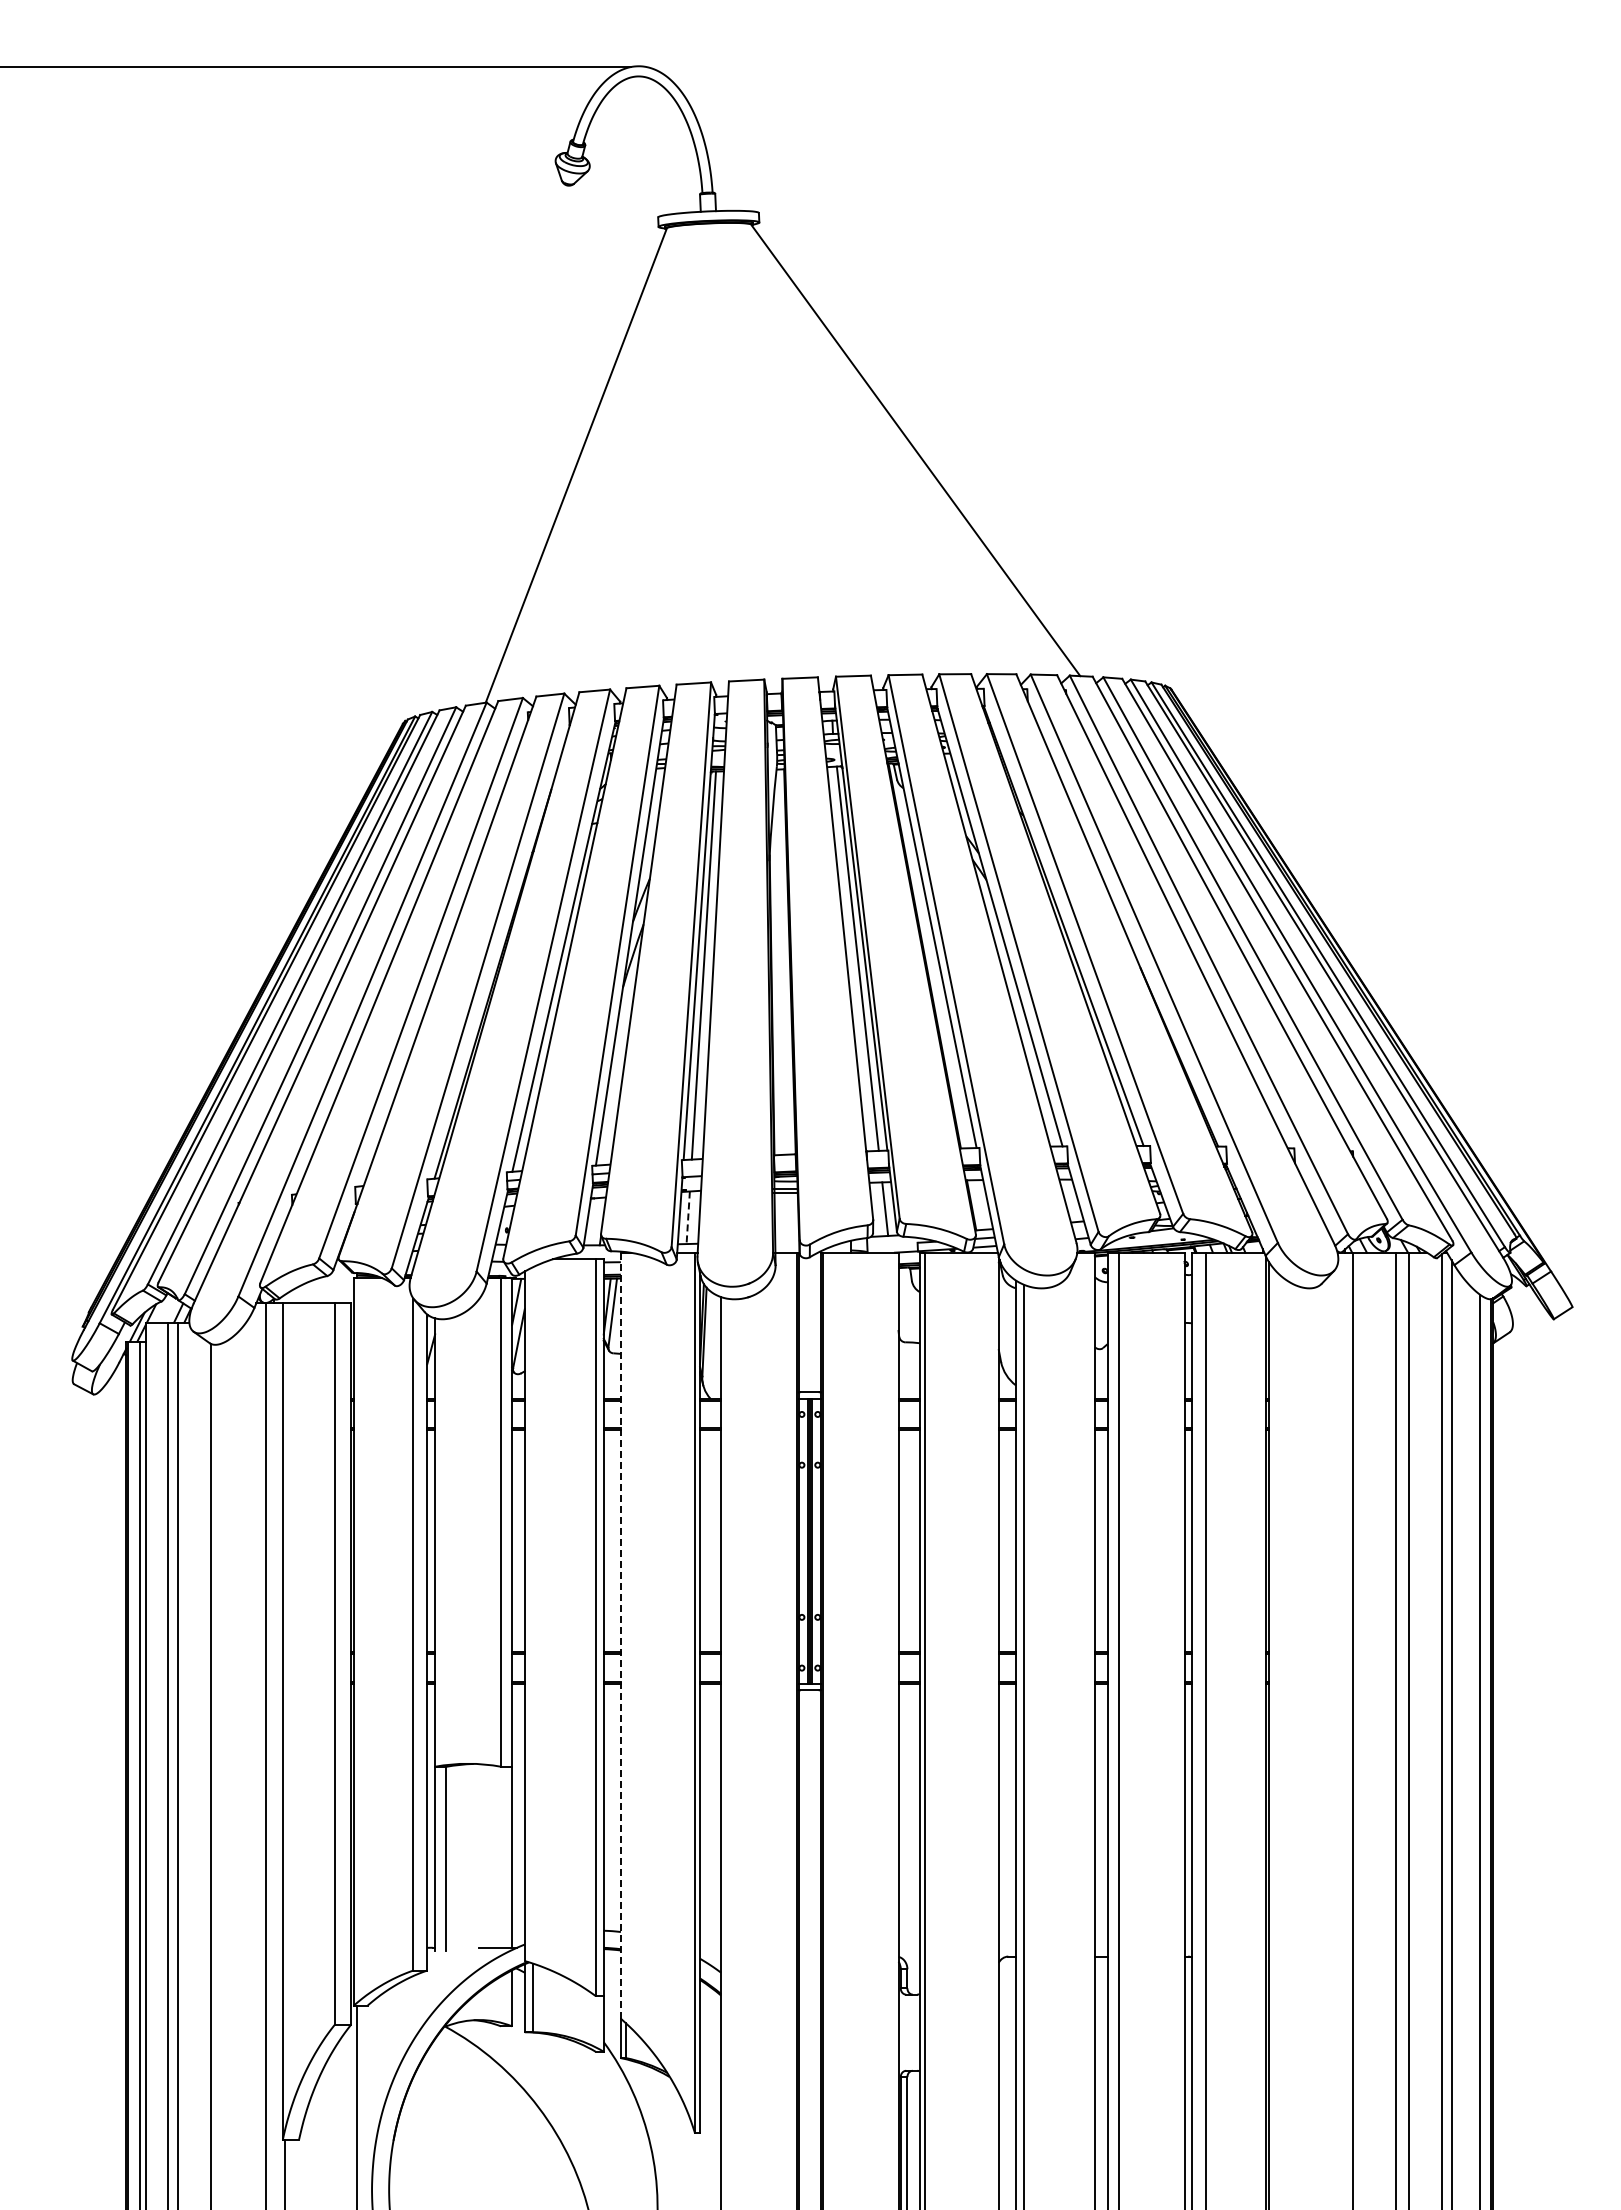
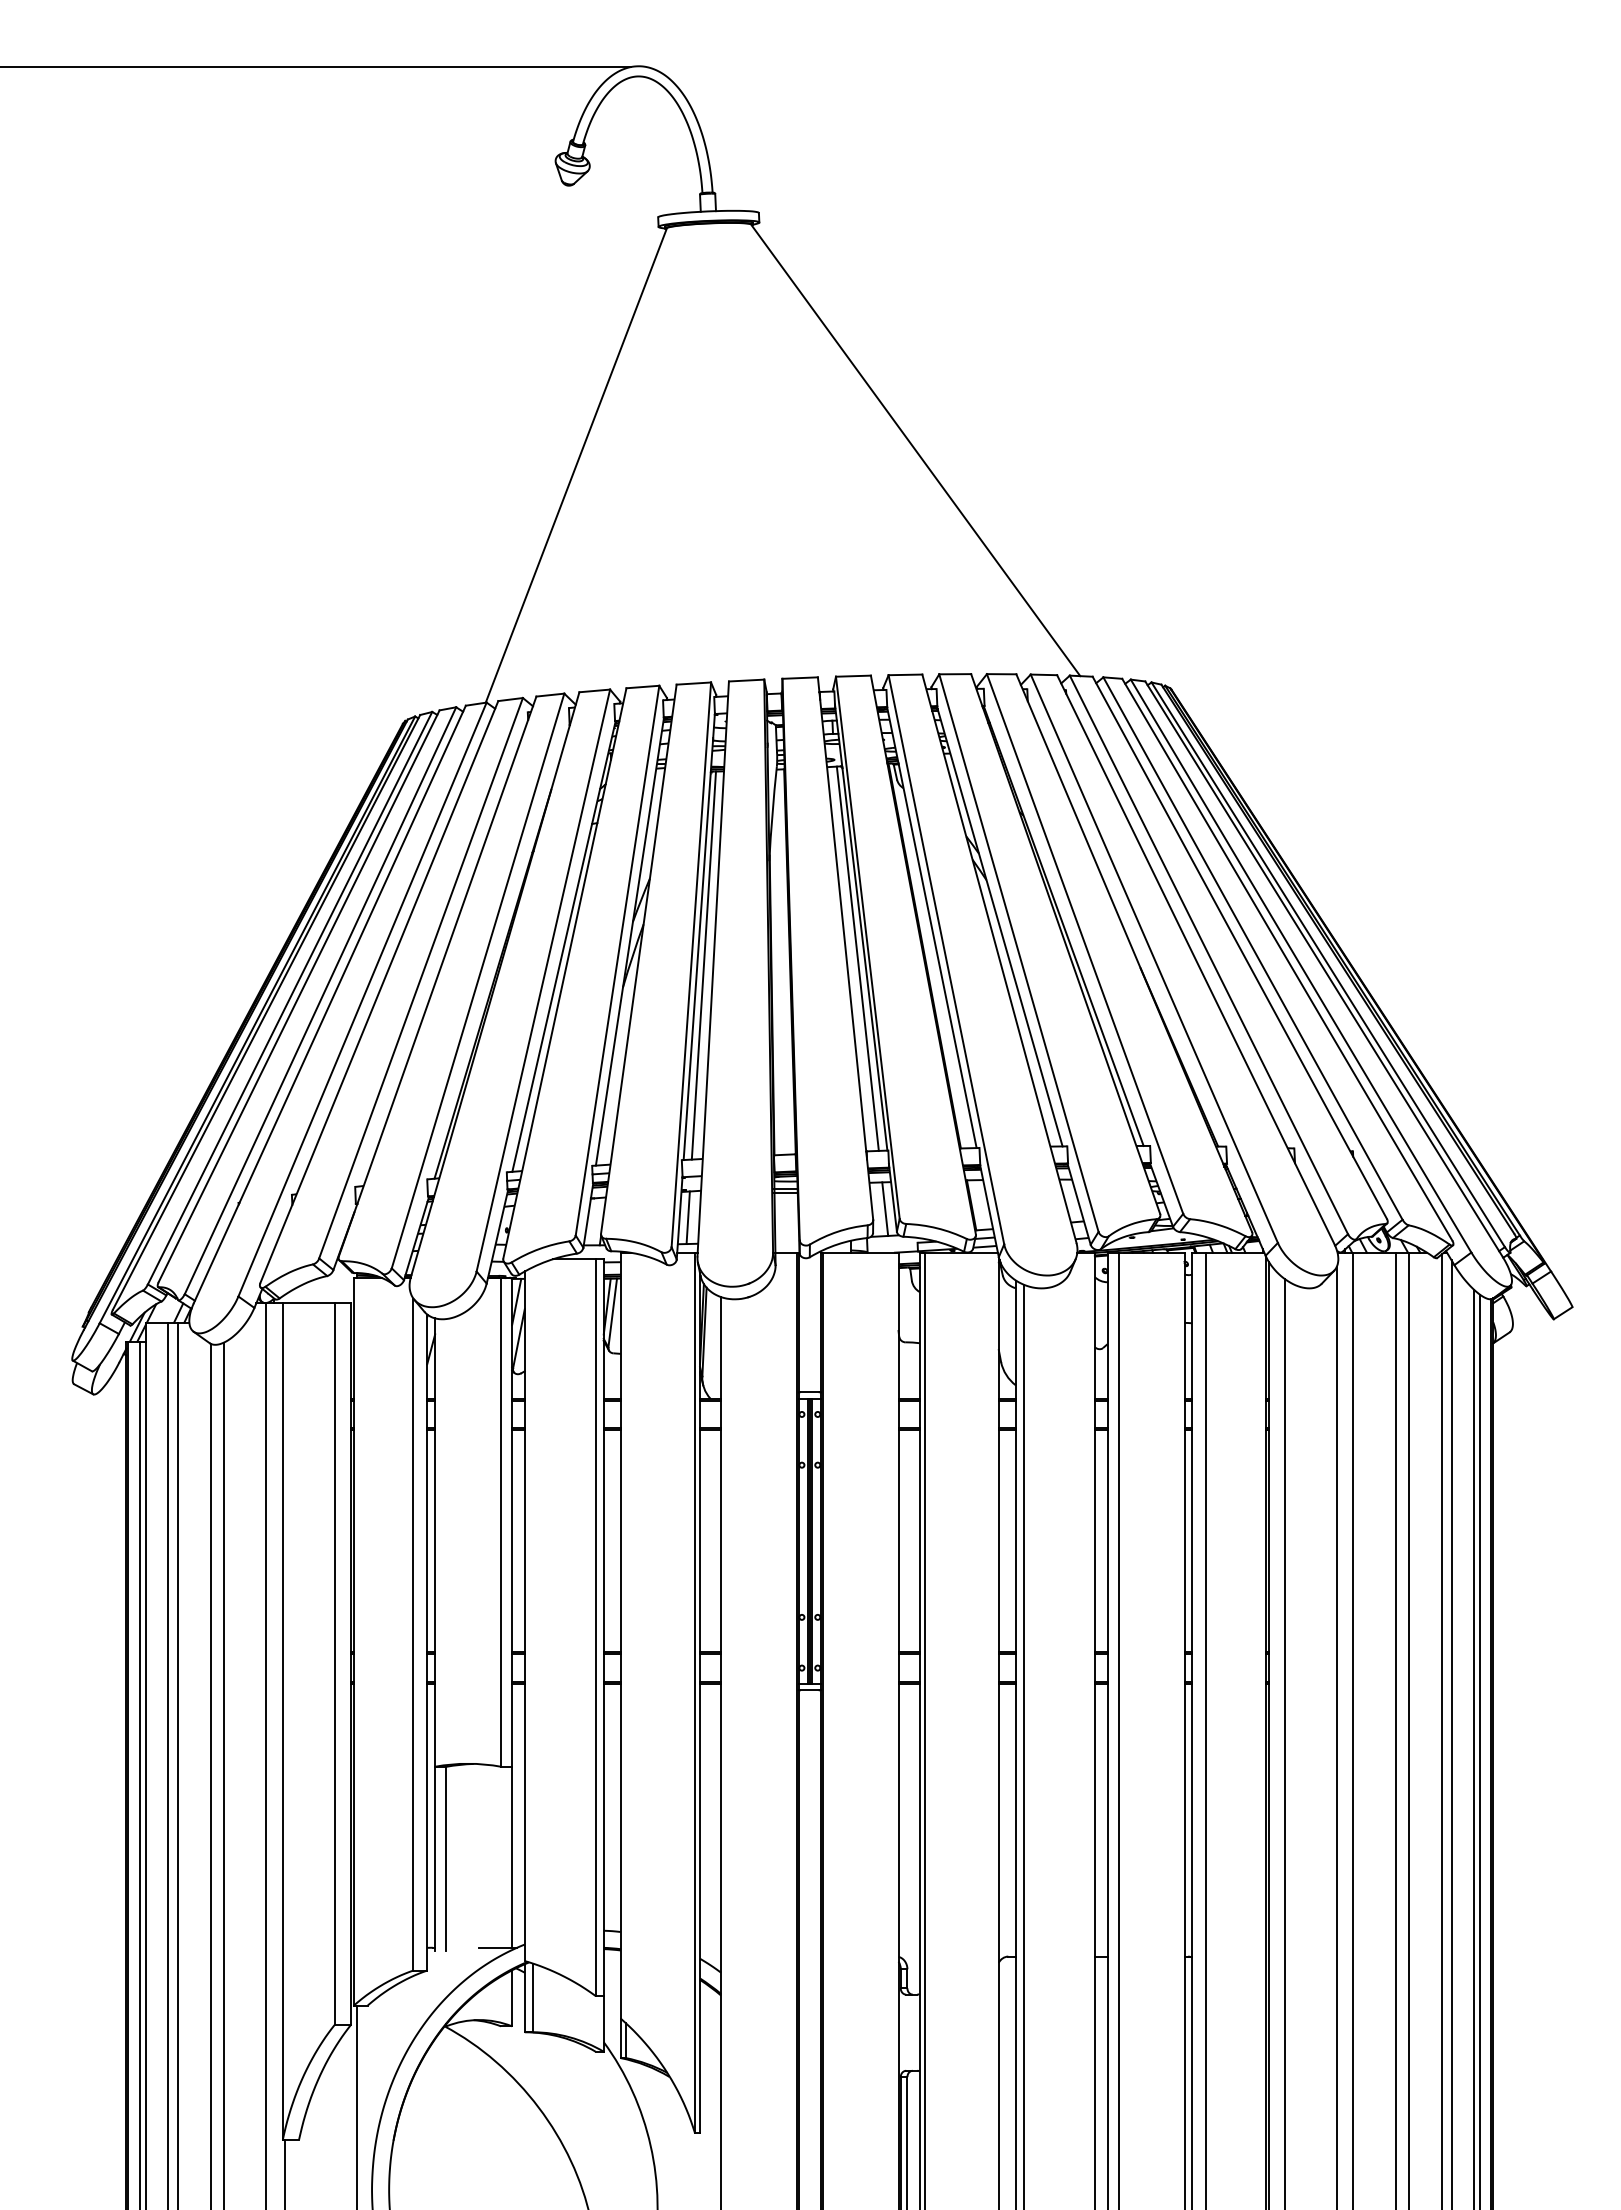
line at (688, 1218): dashed -> solid
line at (620, 1635): dashed -> solid
line at (1336, 1736): none -> present
line at (1285, 1742): none -> present
line at (1474, 1747): none -> present
line at (223, 1774): none -> present
